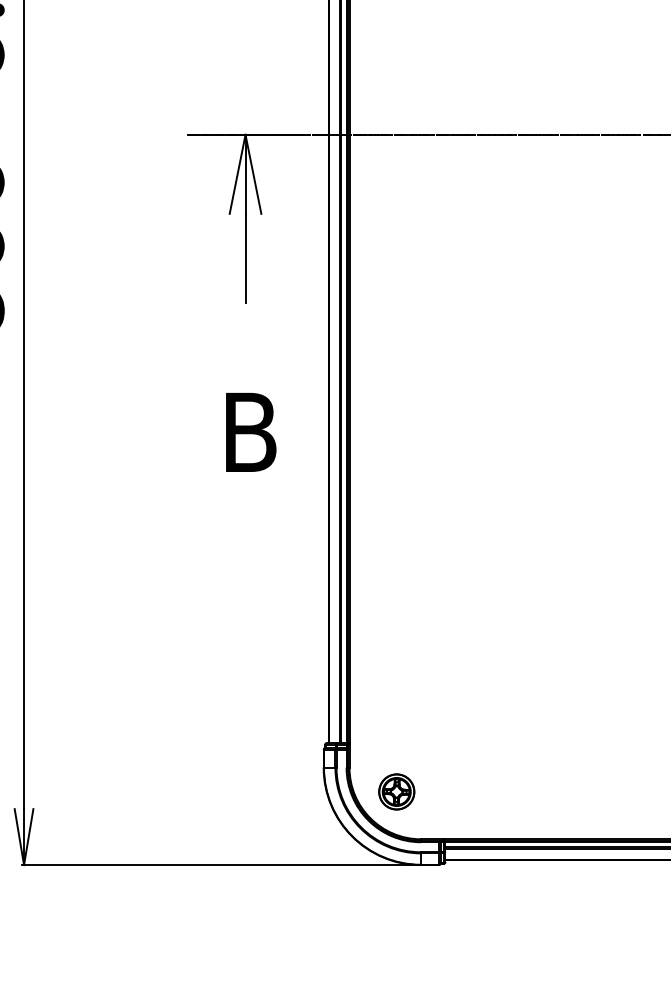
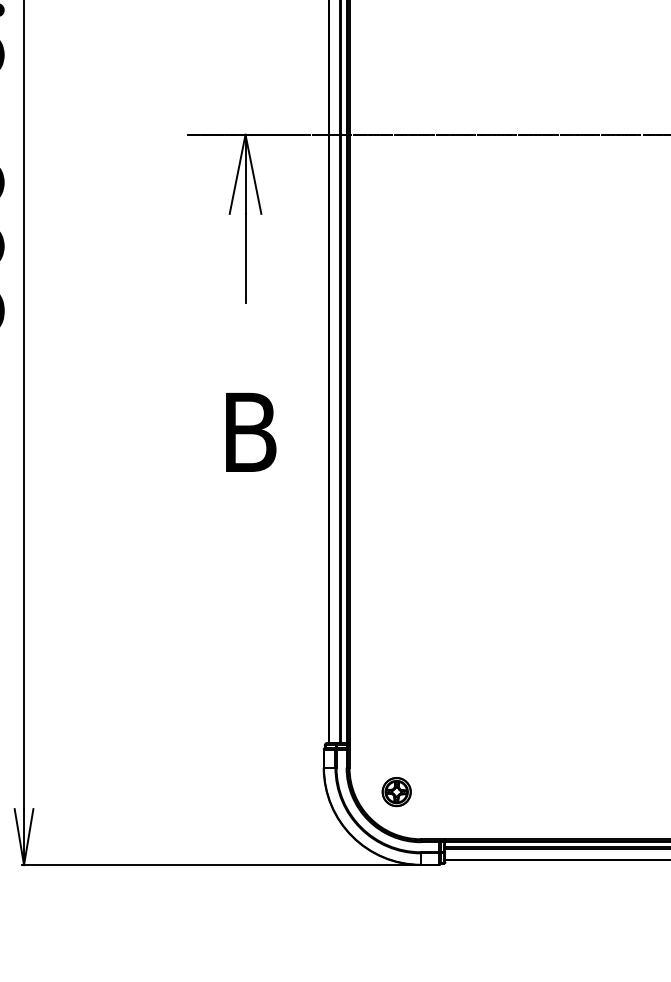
part at (396, 791) size: 38x38 px -> 31x31 px
